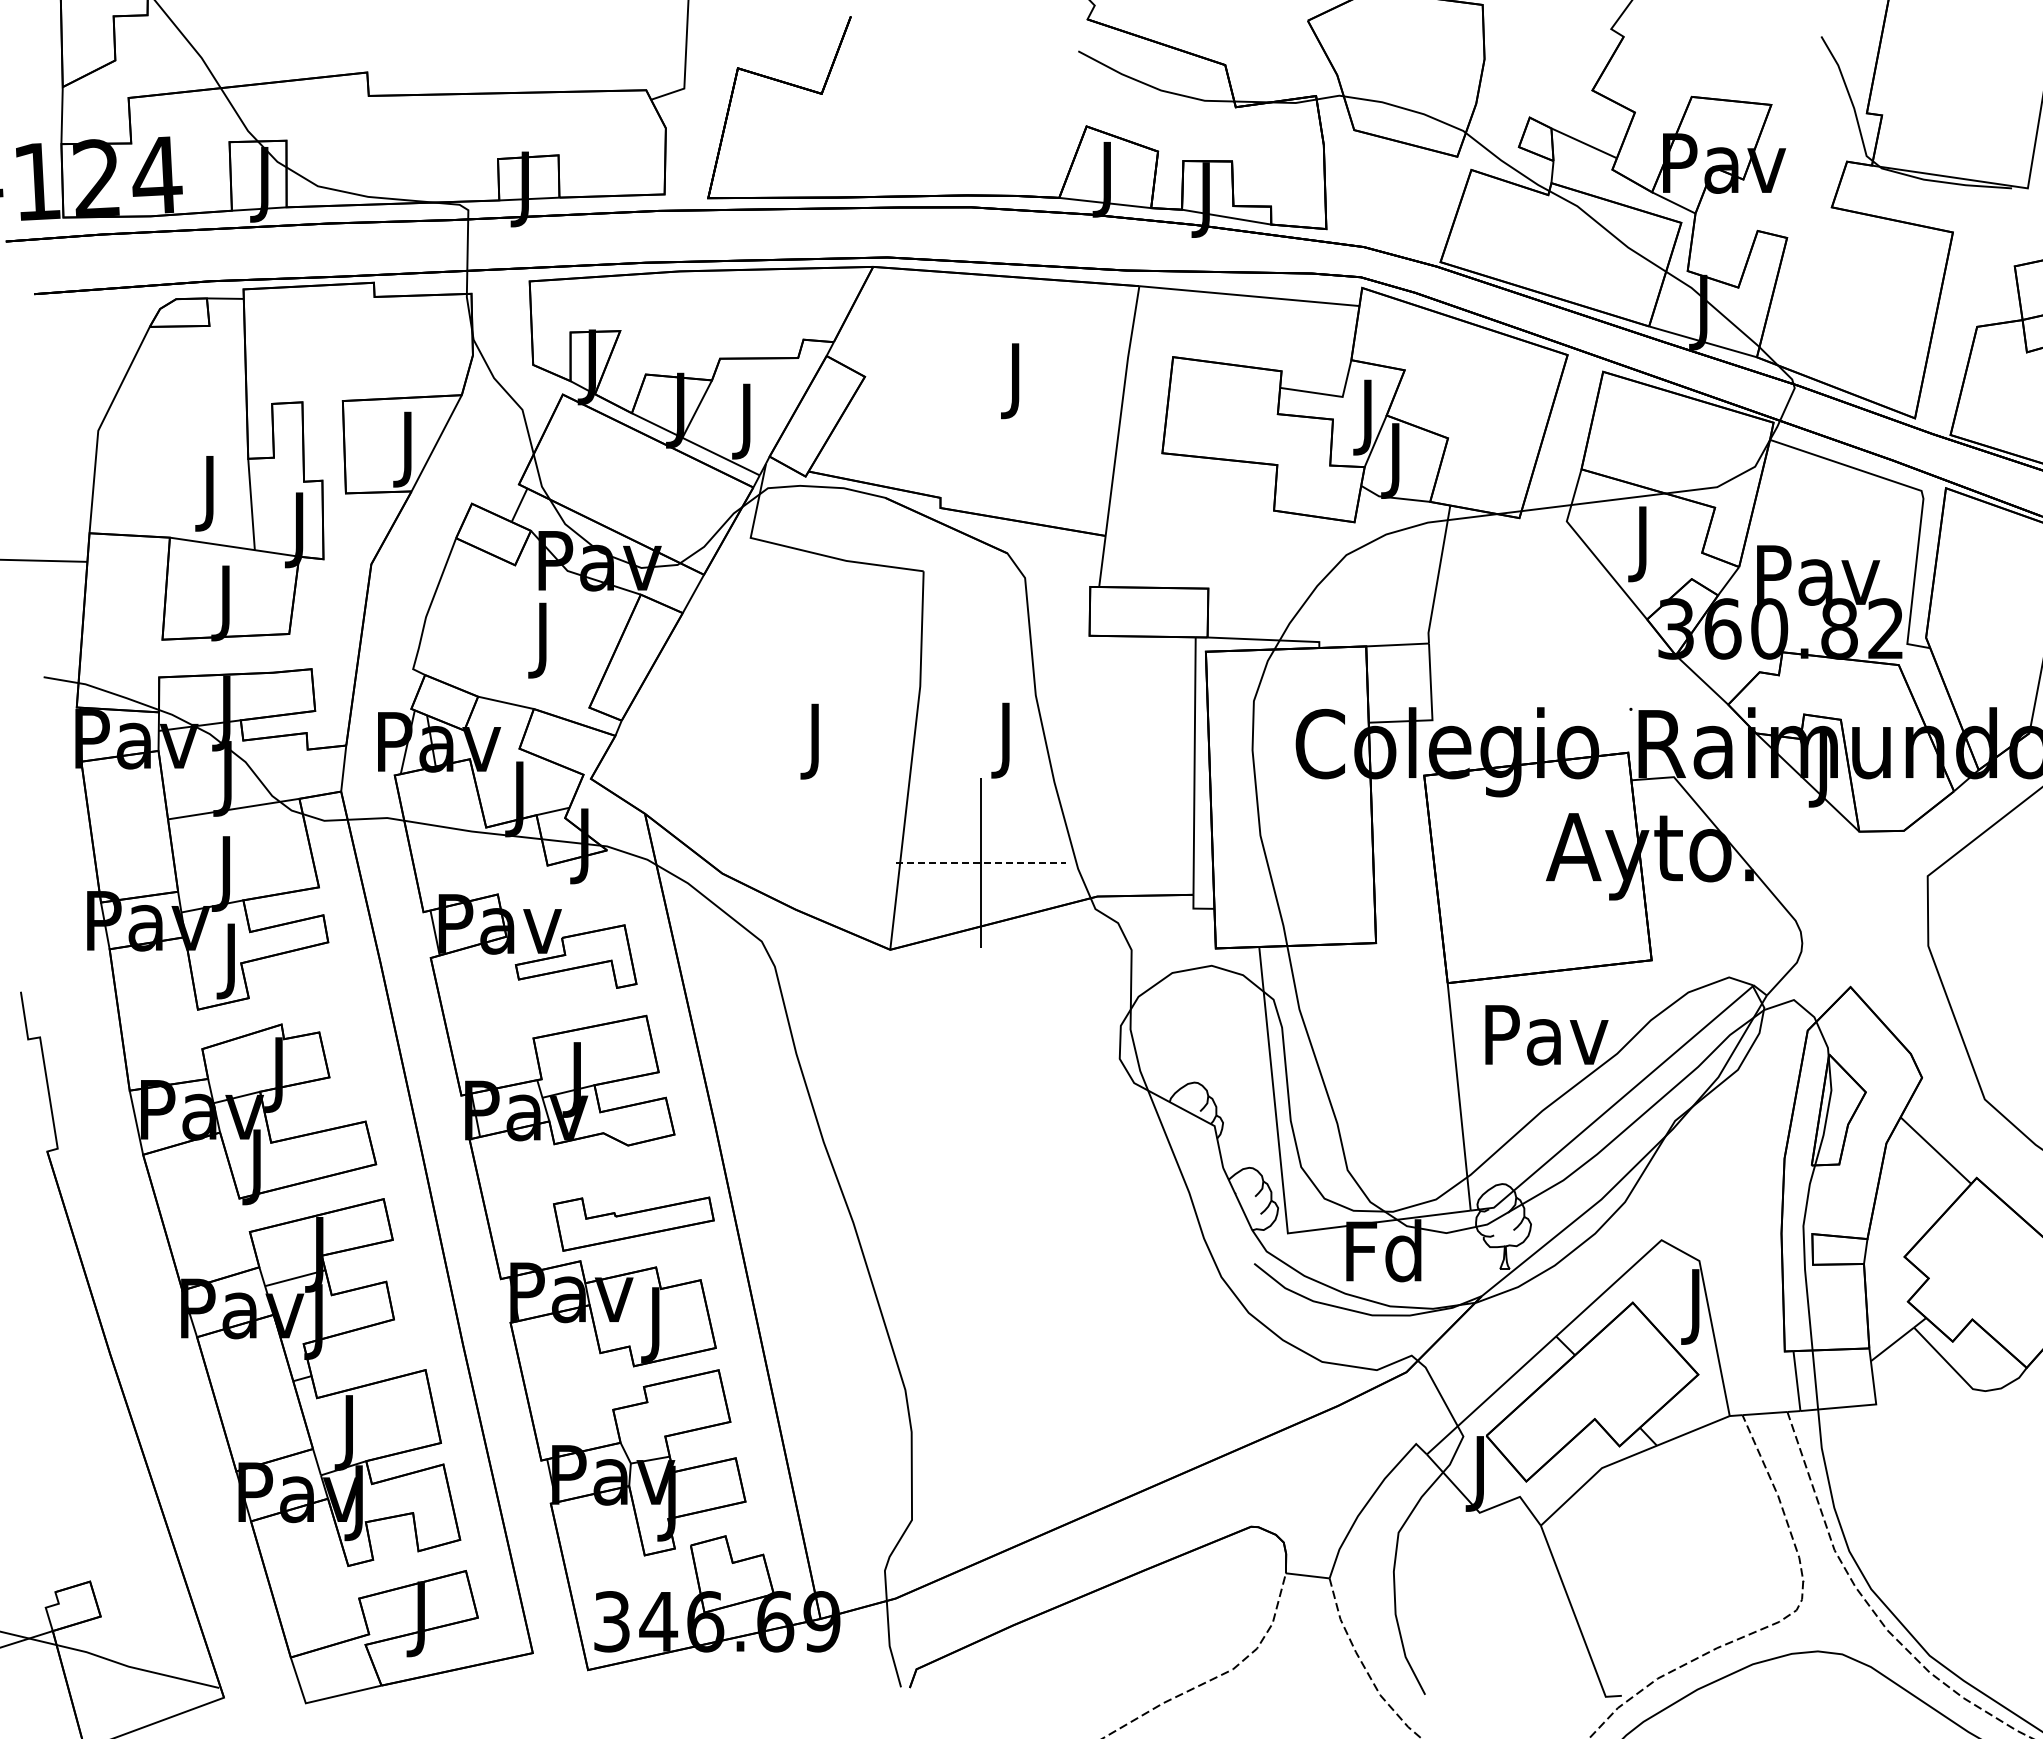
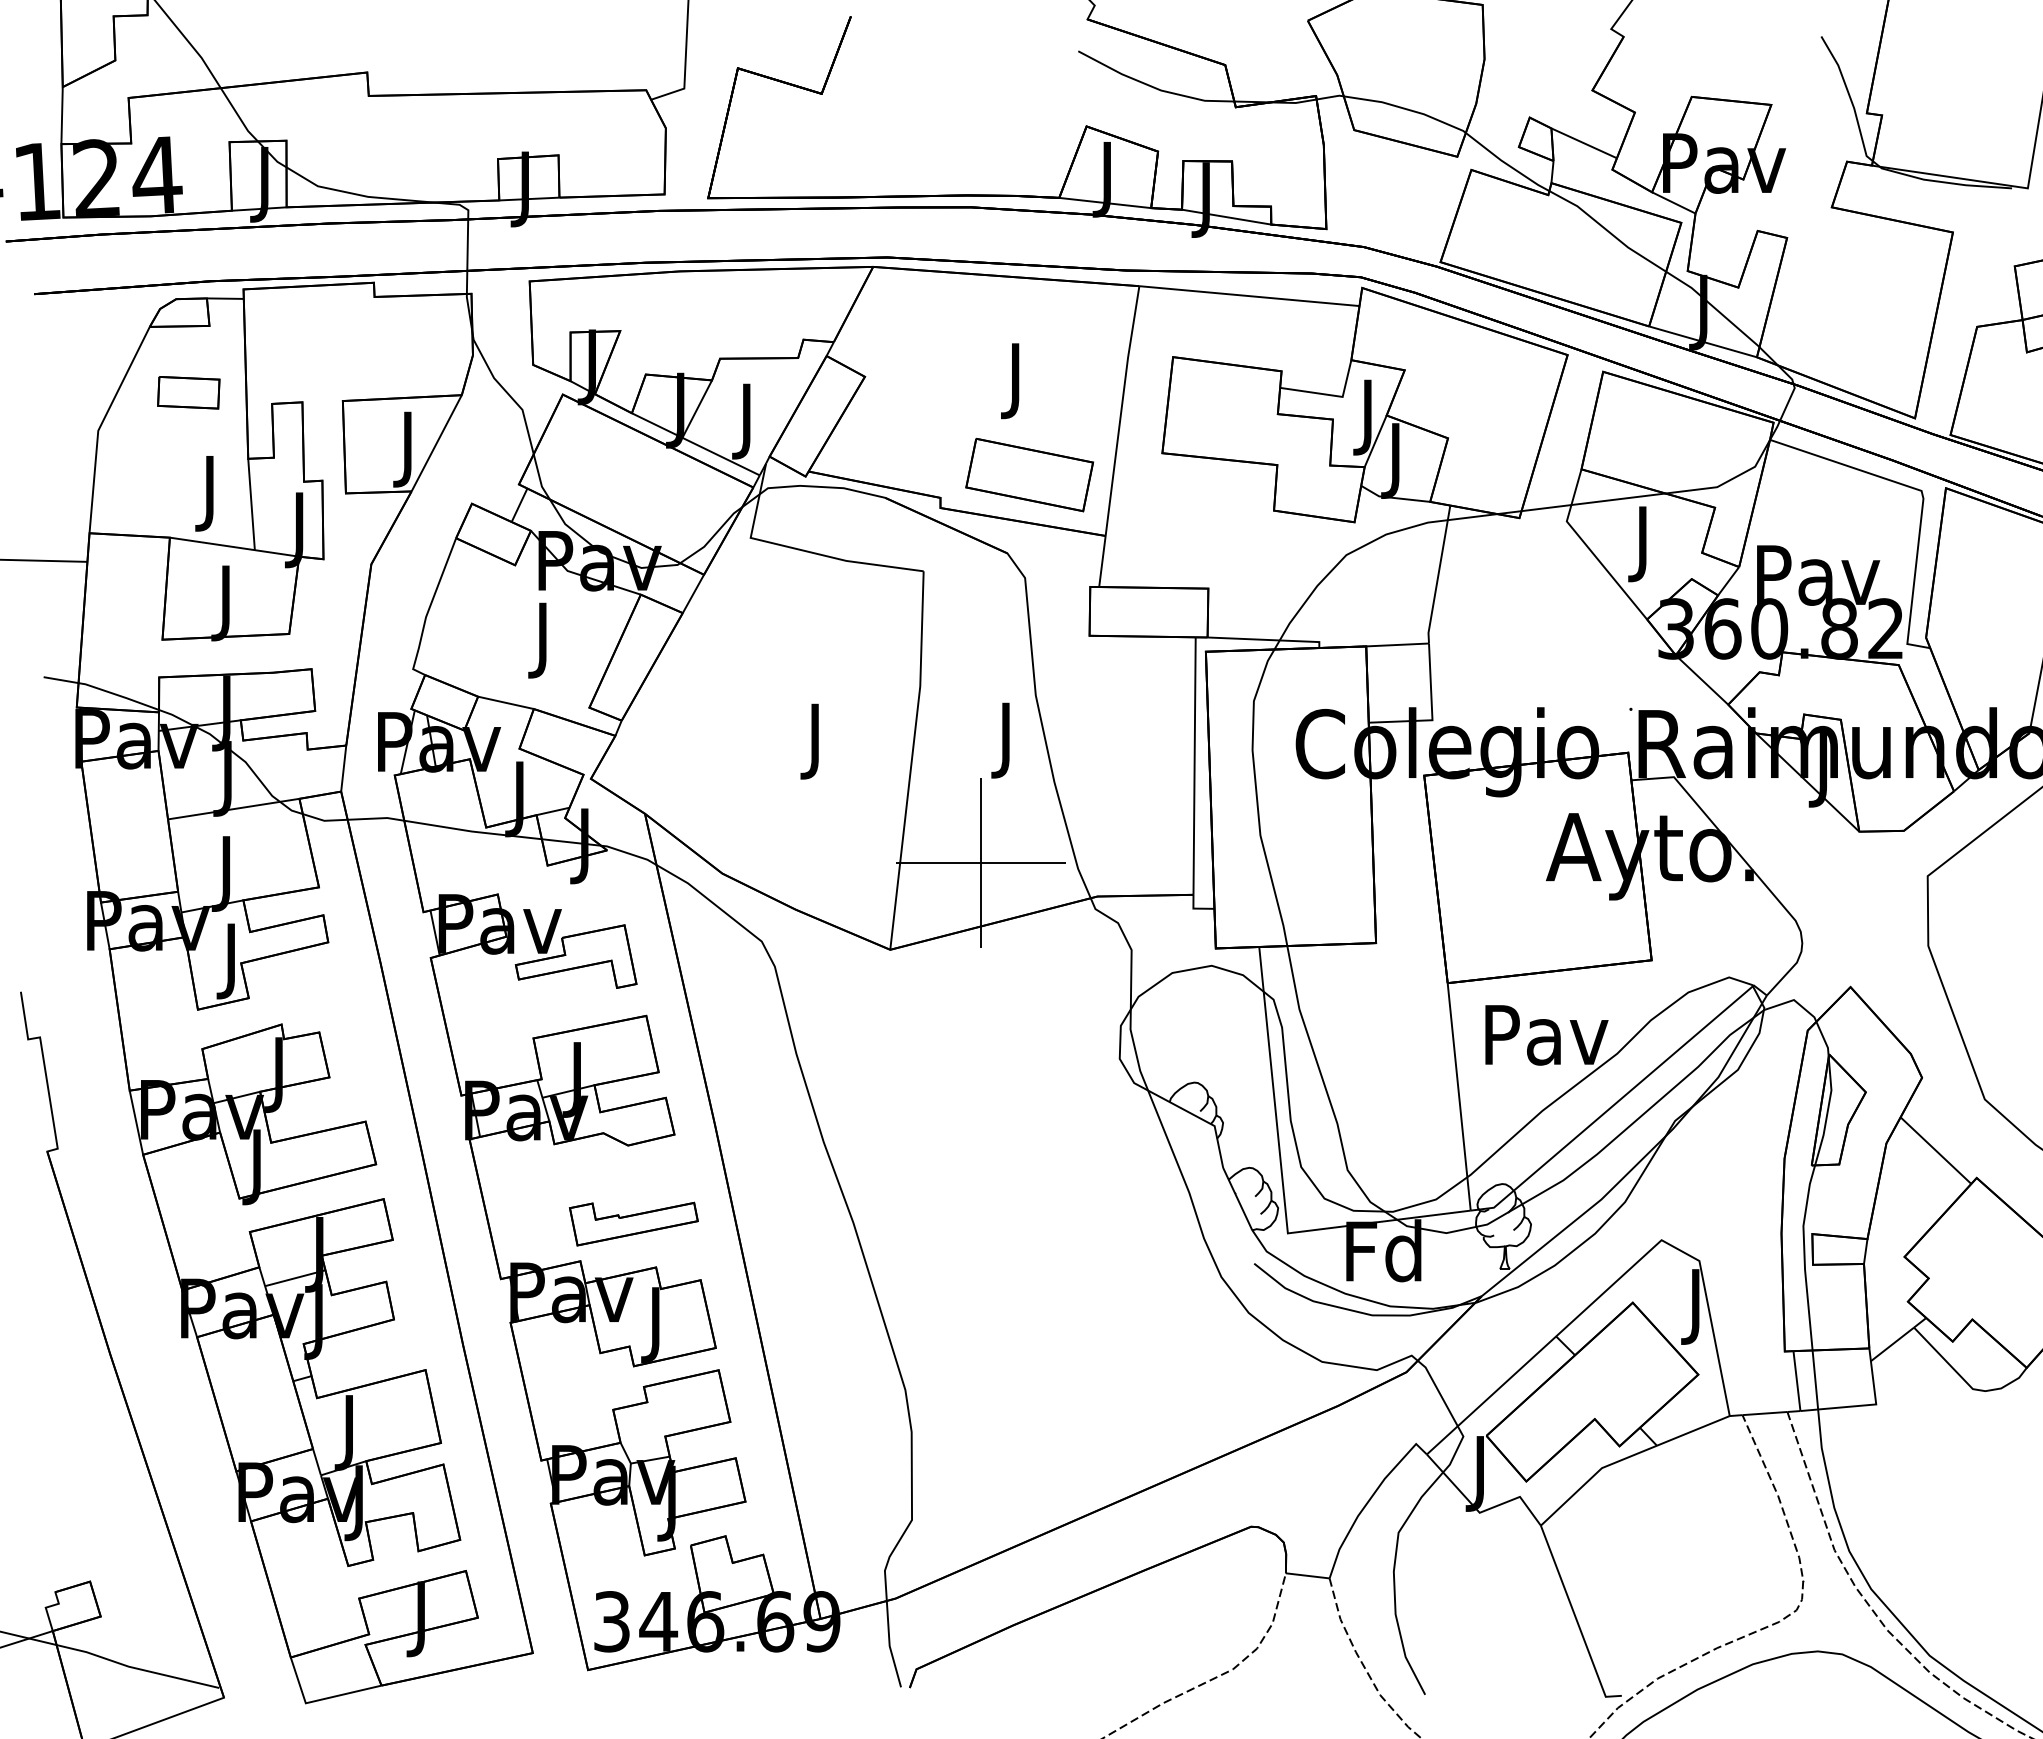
part at (188, 392): none -> present
part at (1029, 474): none -> present
line at (980, 863): dashed -> solid
part at (633, 1223) size: 162x56 px -> 130x46 px
